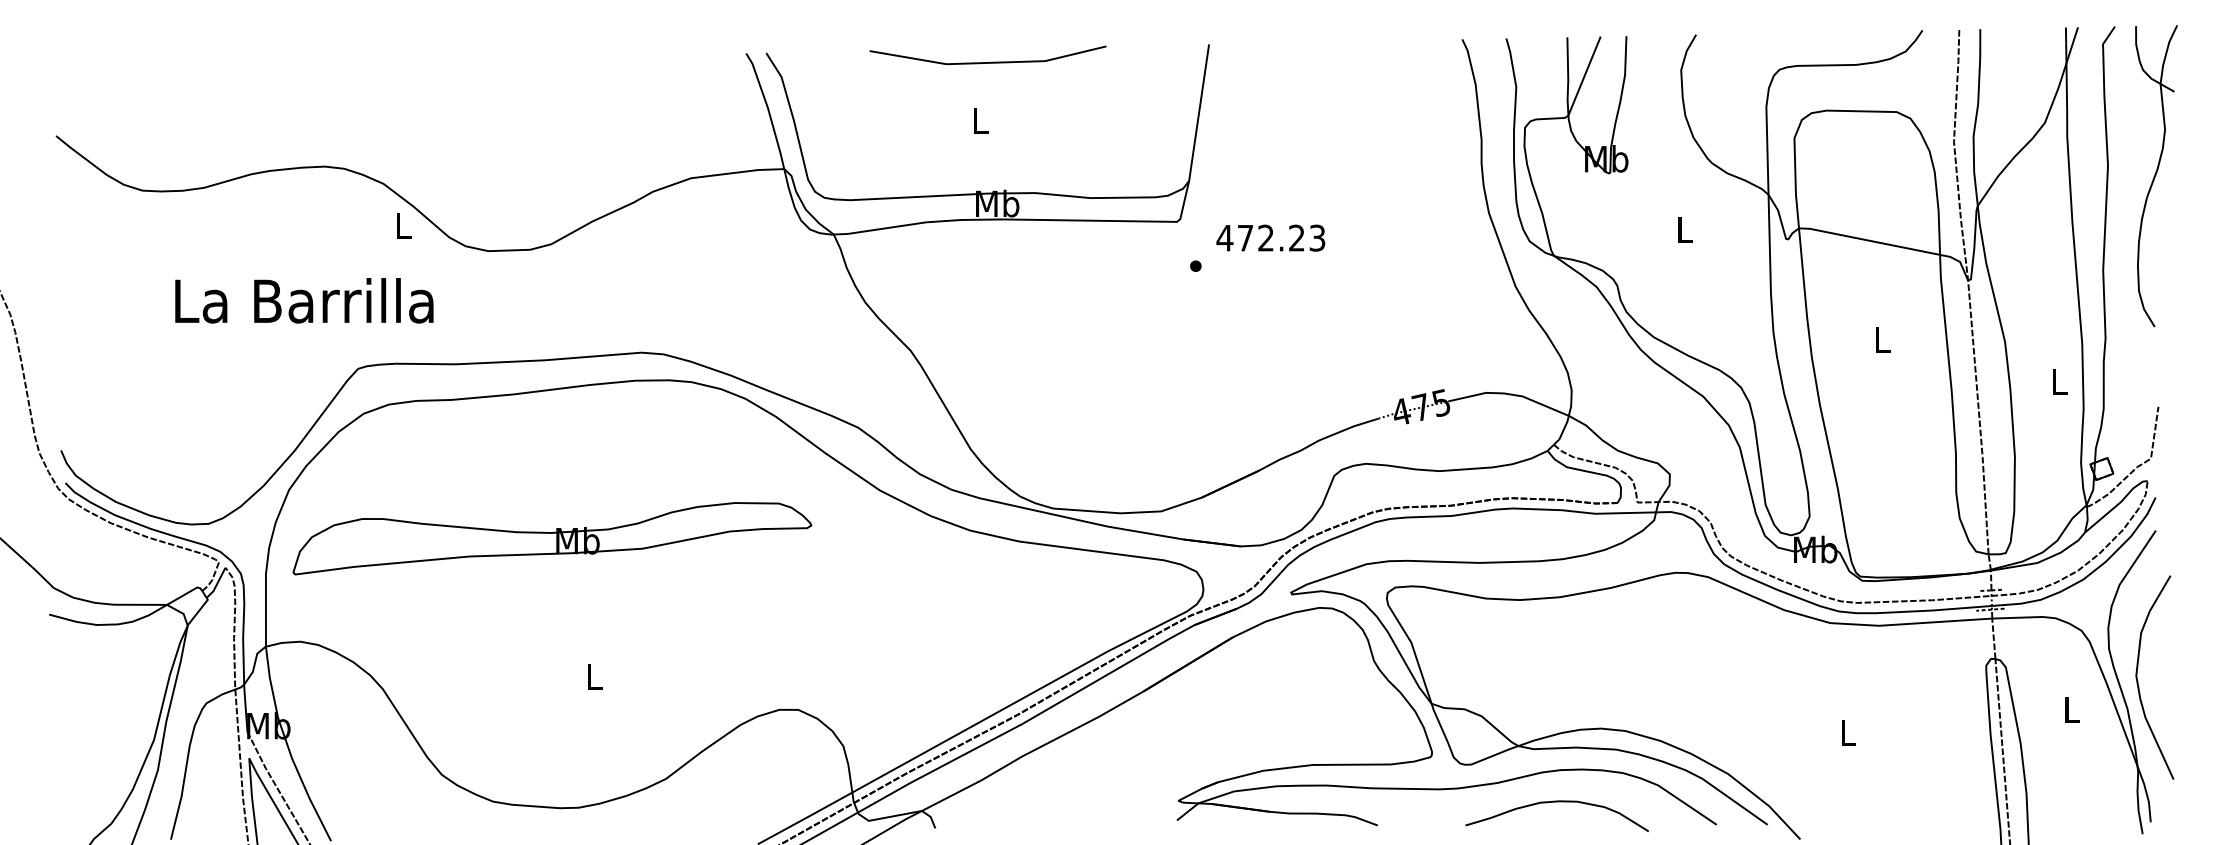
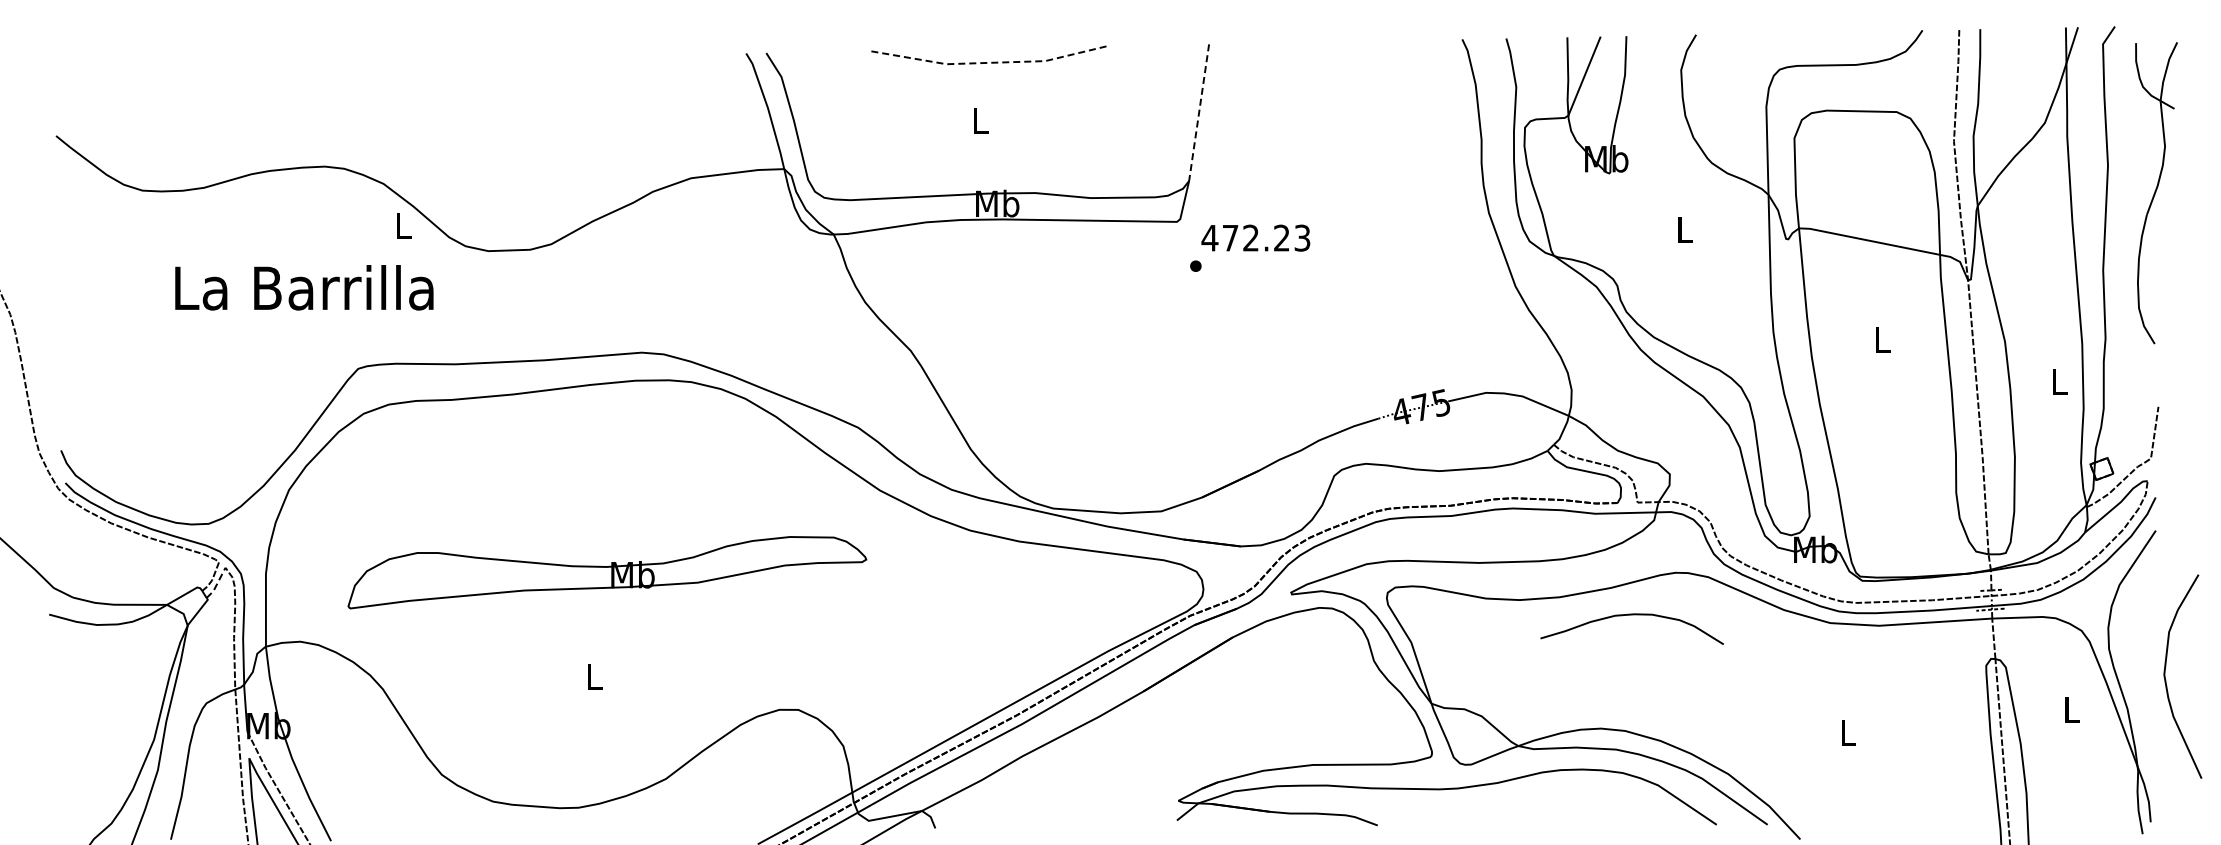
line at (988, 62): solid -> dashed
line at (1199, 113): solid -> dashed
part at (2156, 176) position: (2156, 176) -> (2156, 193)
text at (1270, 237) position: (1270, 237) -> (1255, 237)
text at (304, 300) position: (304, 300) -> (304, 287)
part at (552, 538) position: (552, 538) -> (607, 572)
line at (217, 584): solid -> dashed
curve at (2138, 681) position: (2138, 681) -> (2166, 680)
curve at (1556, 802) position: (1556, 802) -> (1631, 615)
